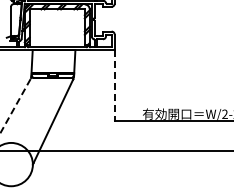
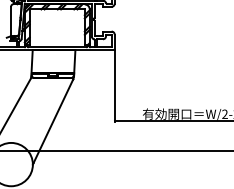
line at (114, 86): dashed -> solid
line at (15, 105): dashed -> solid
